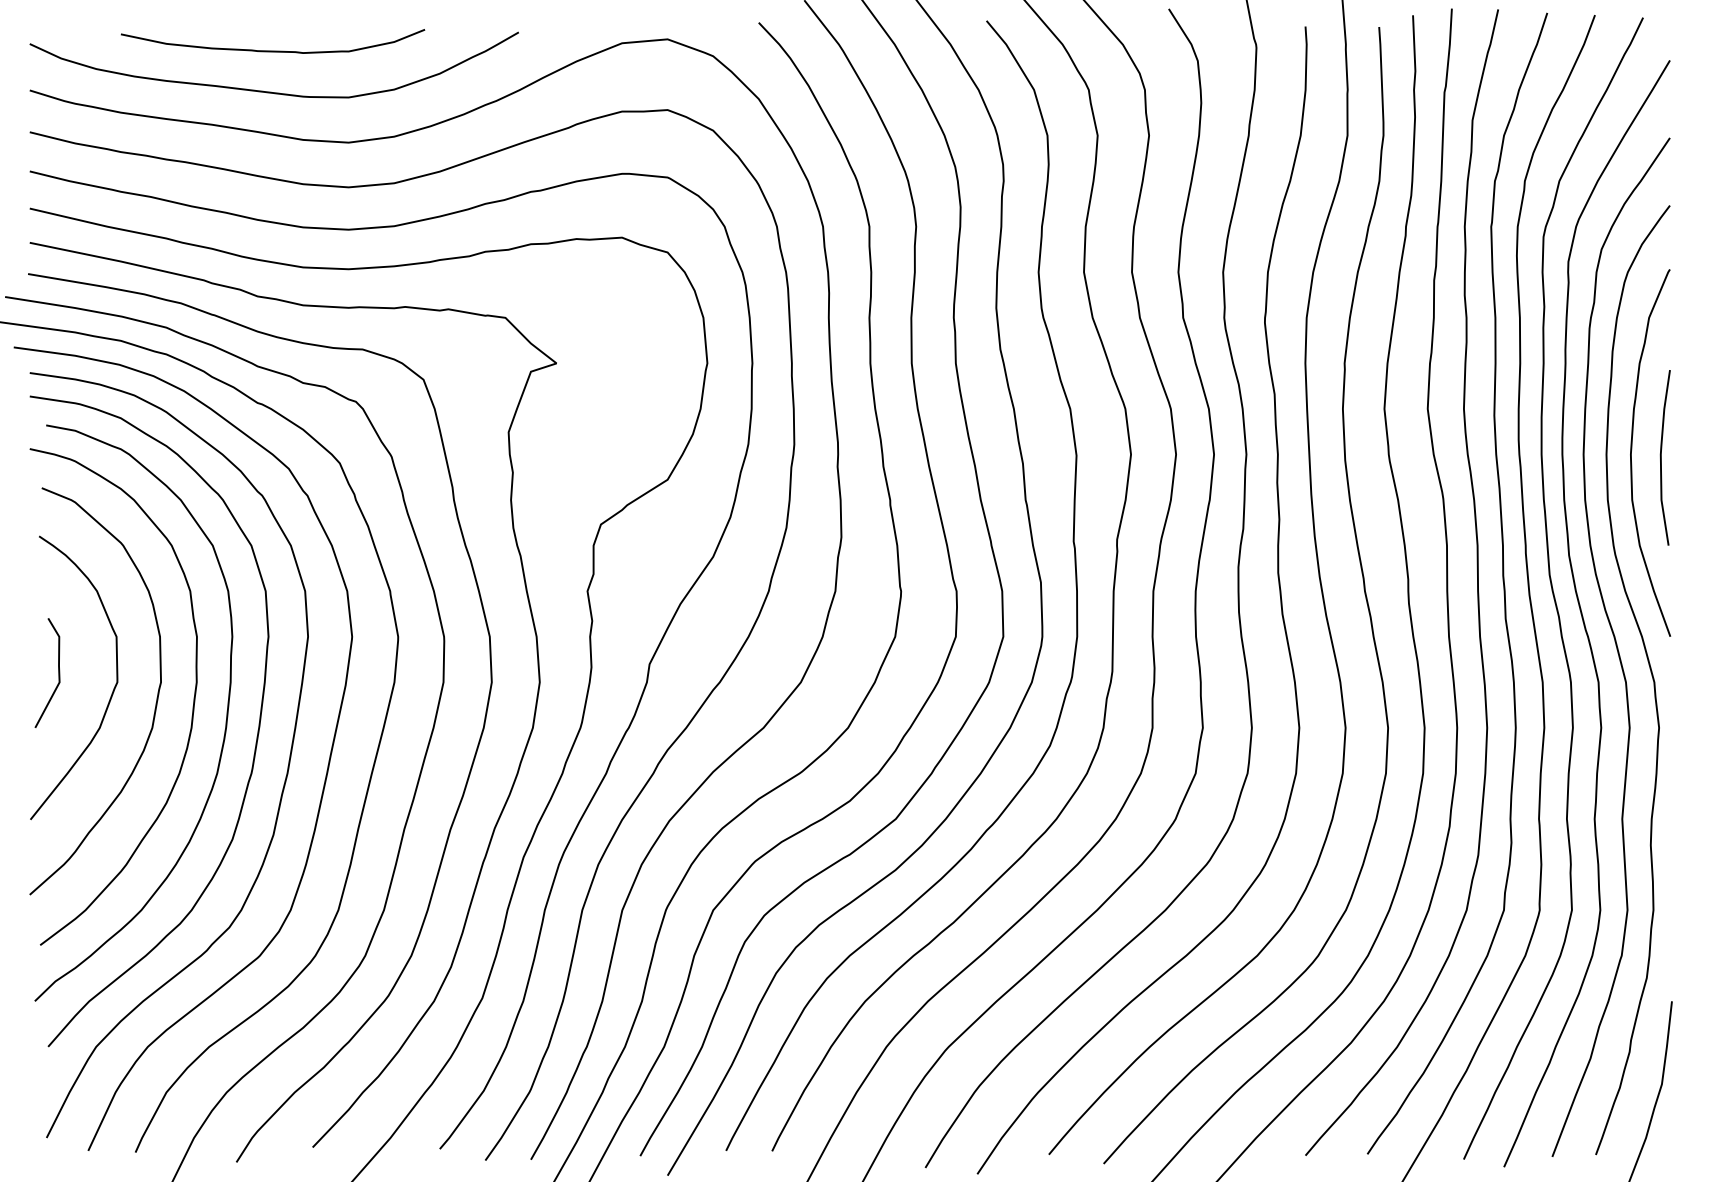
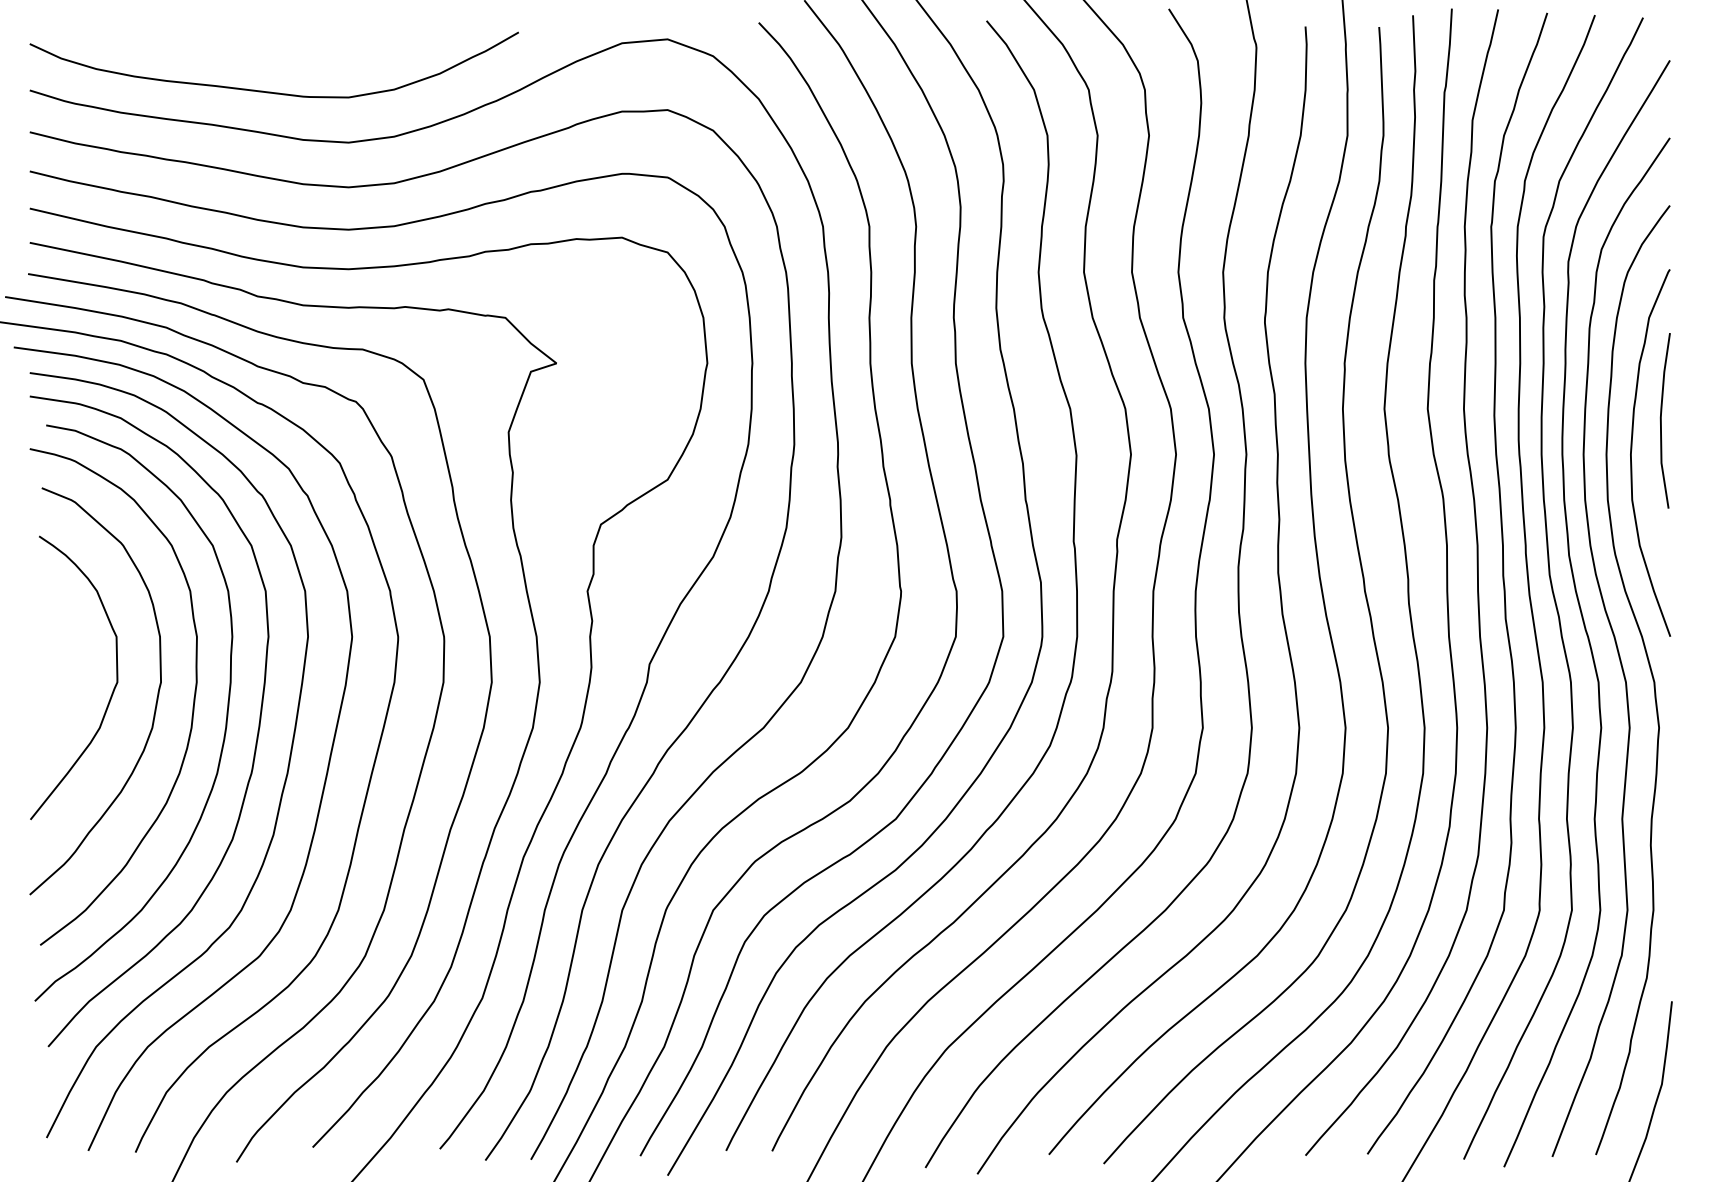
curve at (272, 50): present -> none
curve at (1661, 457) position: (1661, 457) -> (1661, 420)
line at (58, 672): present -> none
